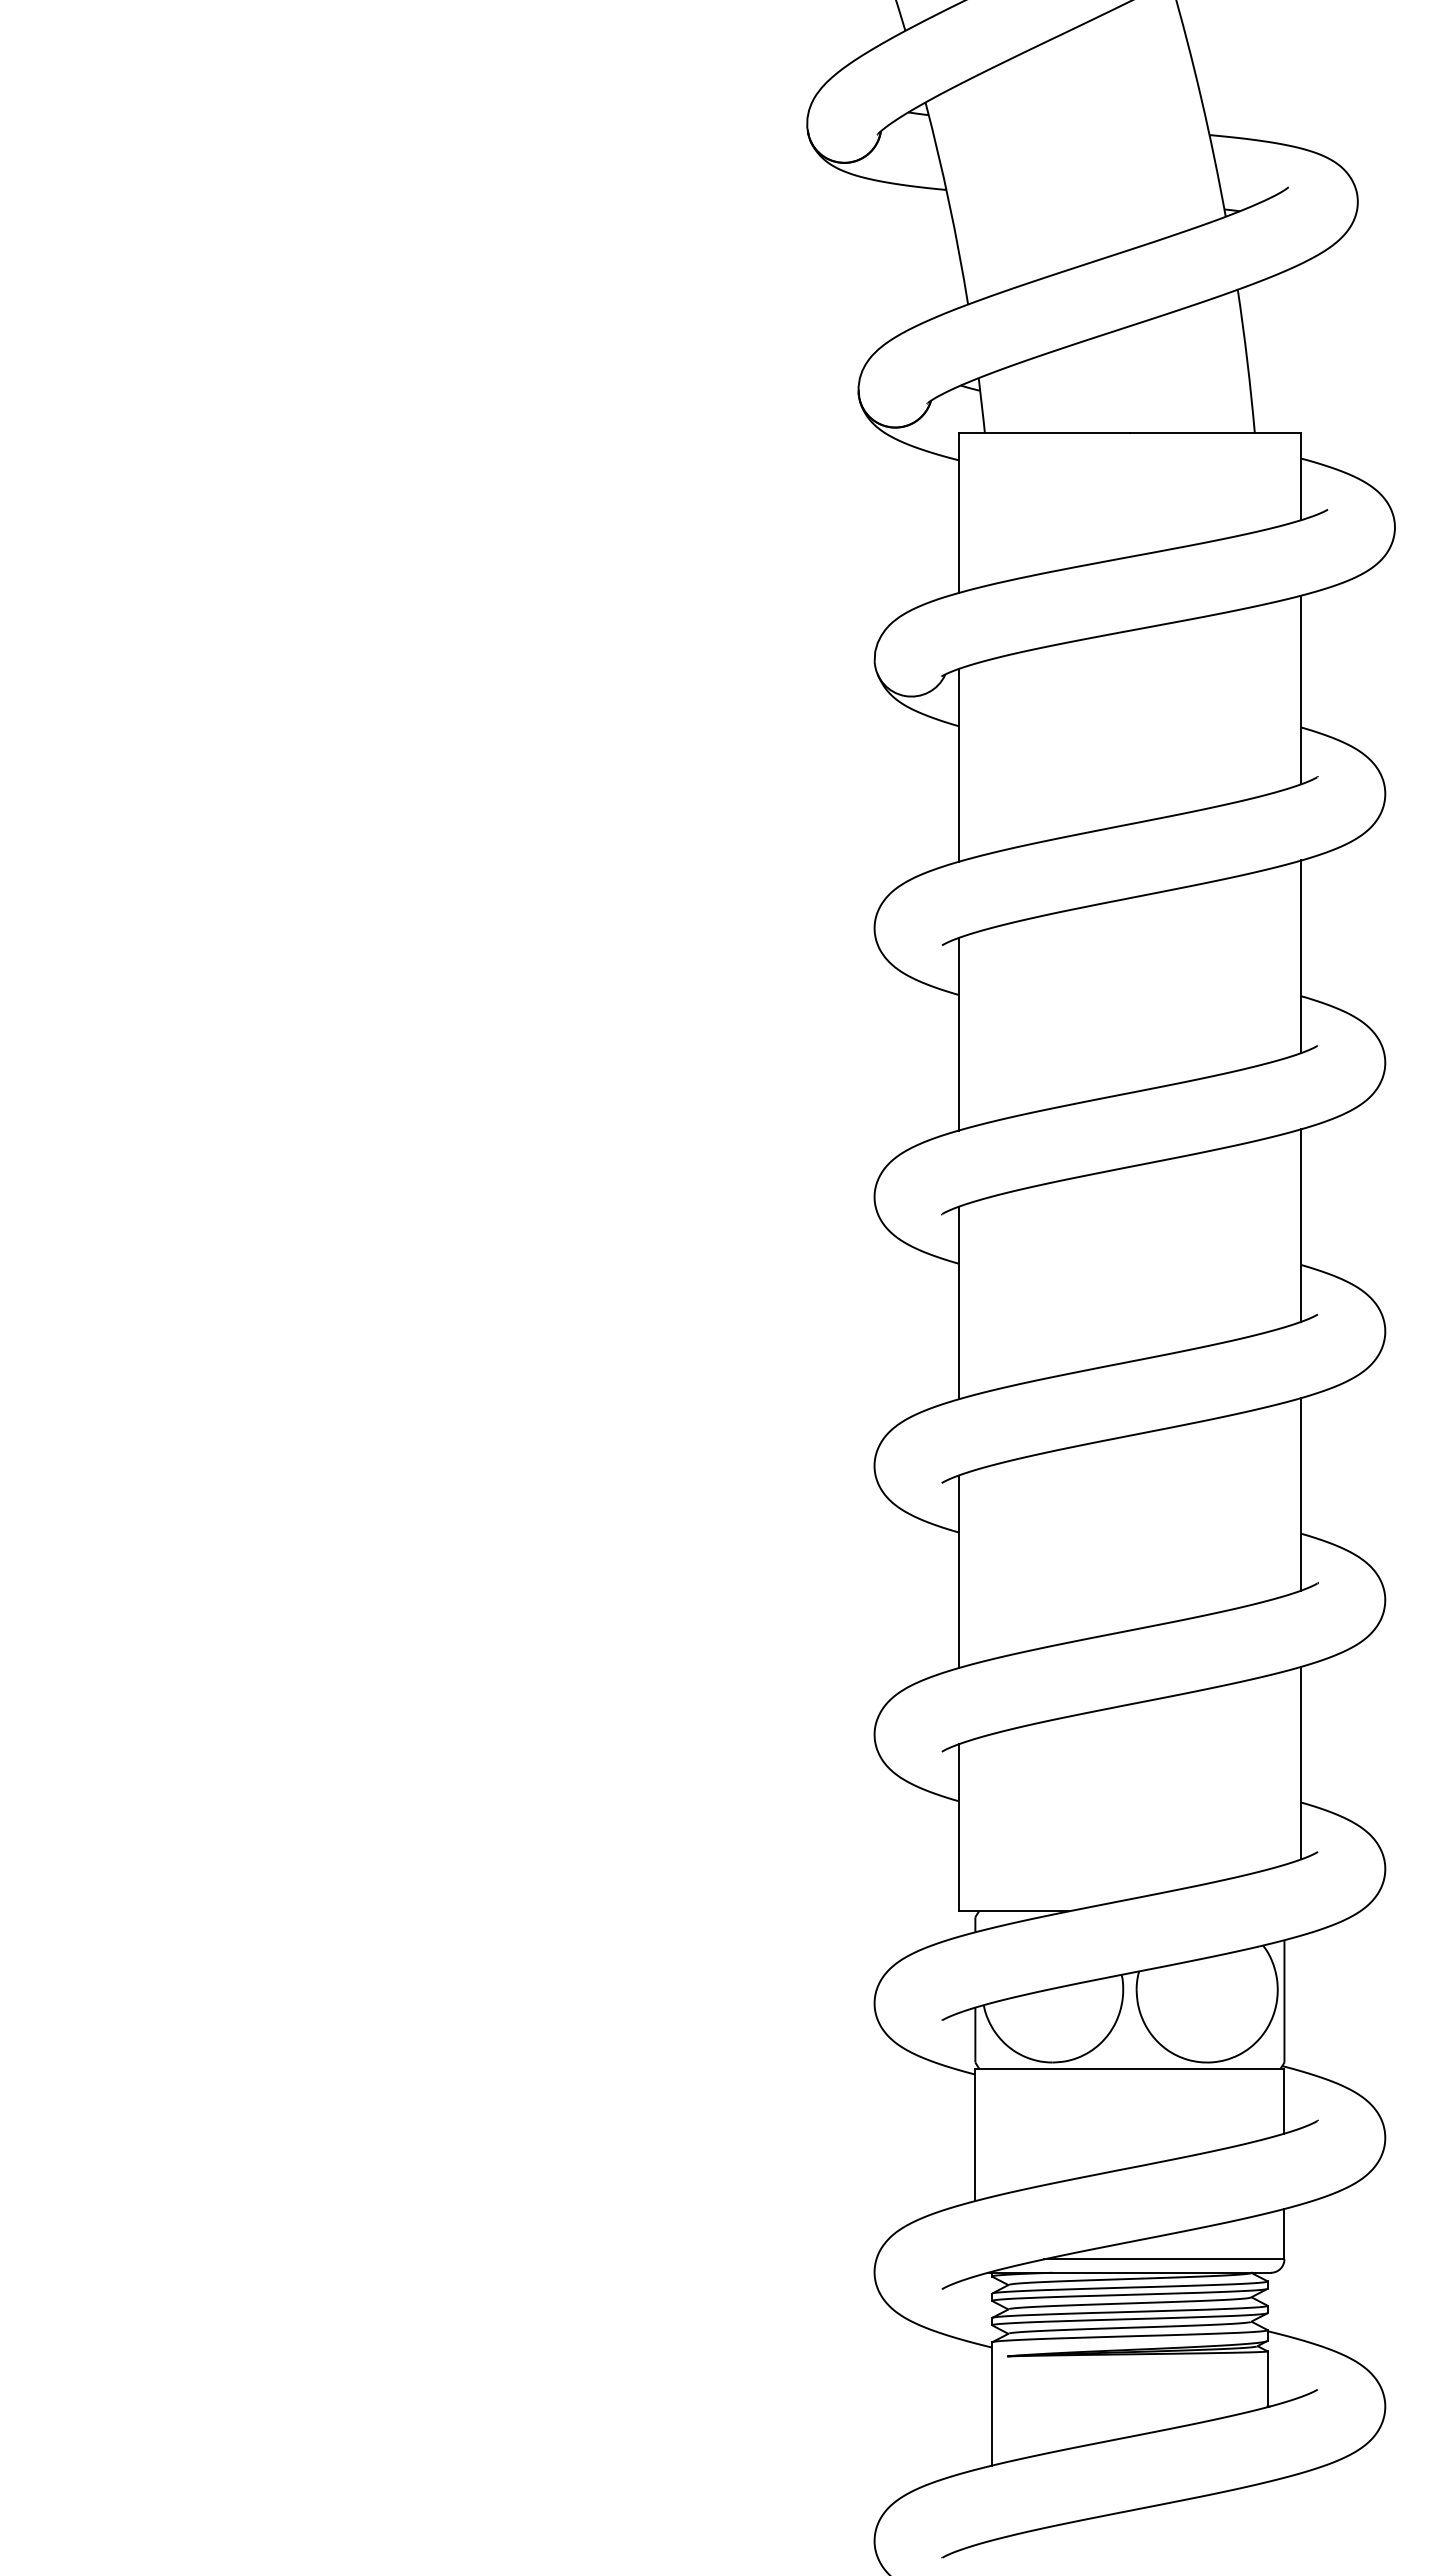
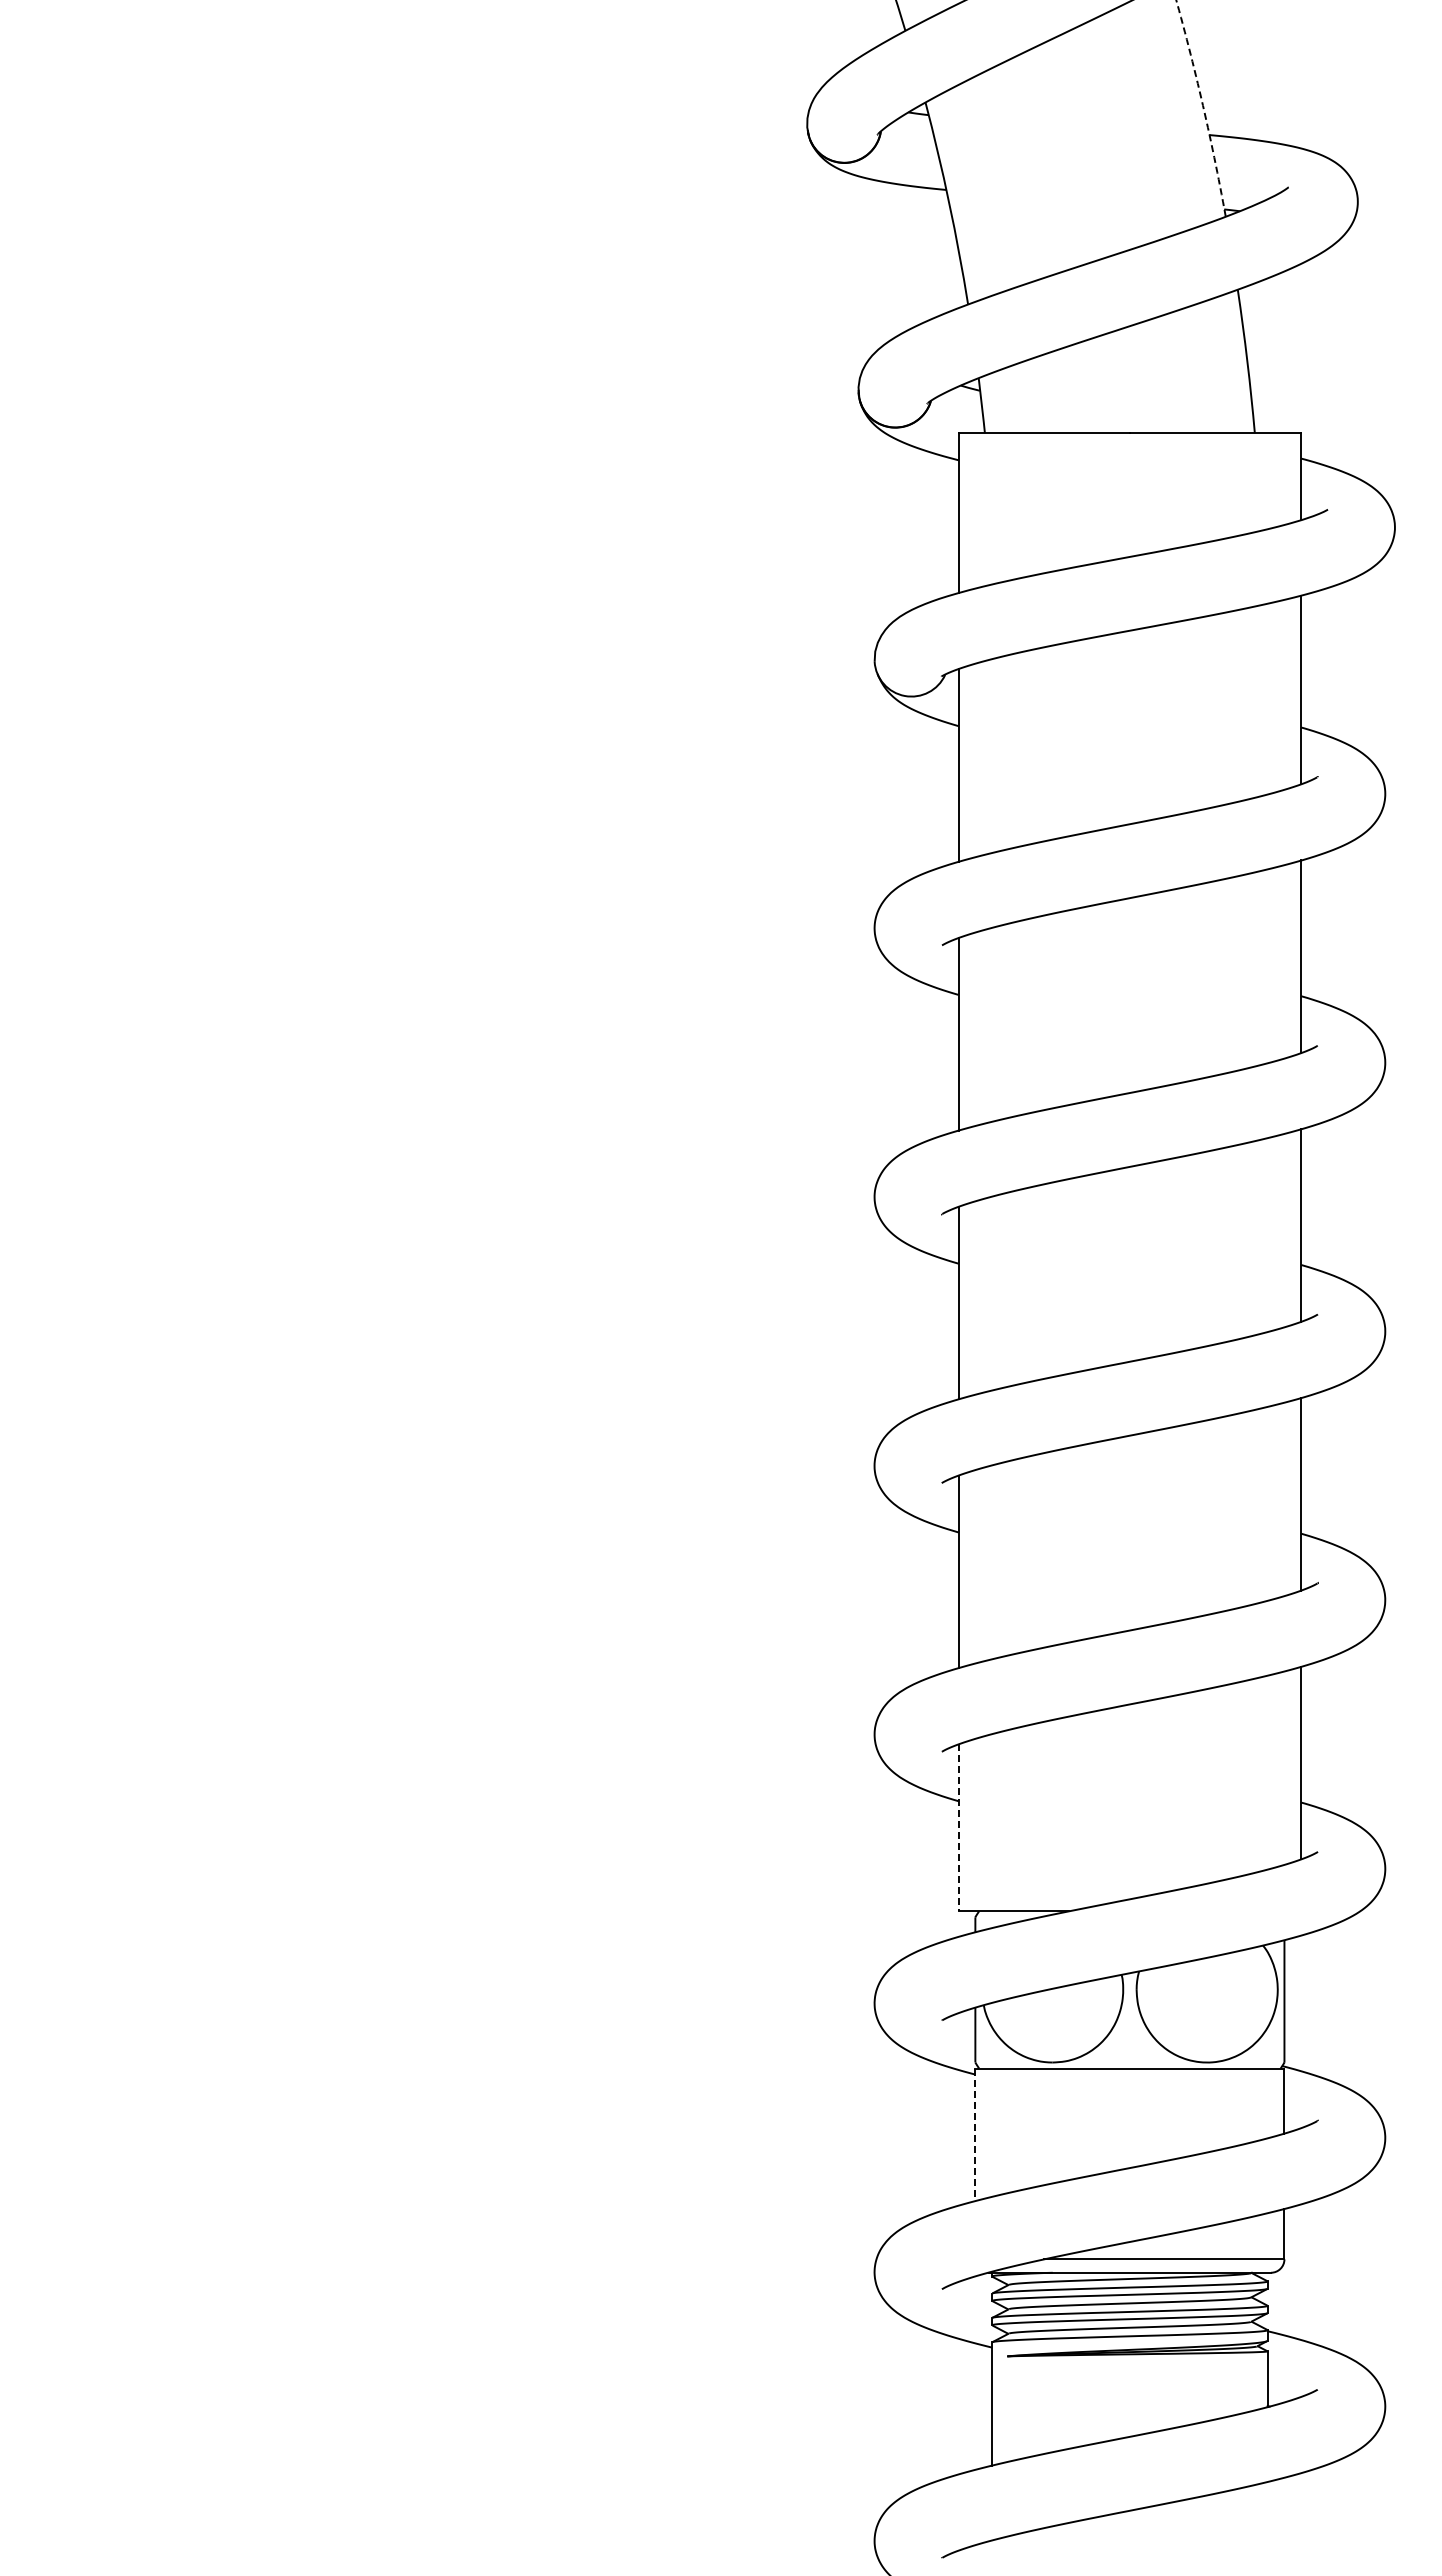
arc at (1203, 107): solid -> dashed
line at (958, 1828): solid -> dashed
line at (975, 2135): solid -> dashed
